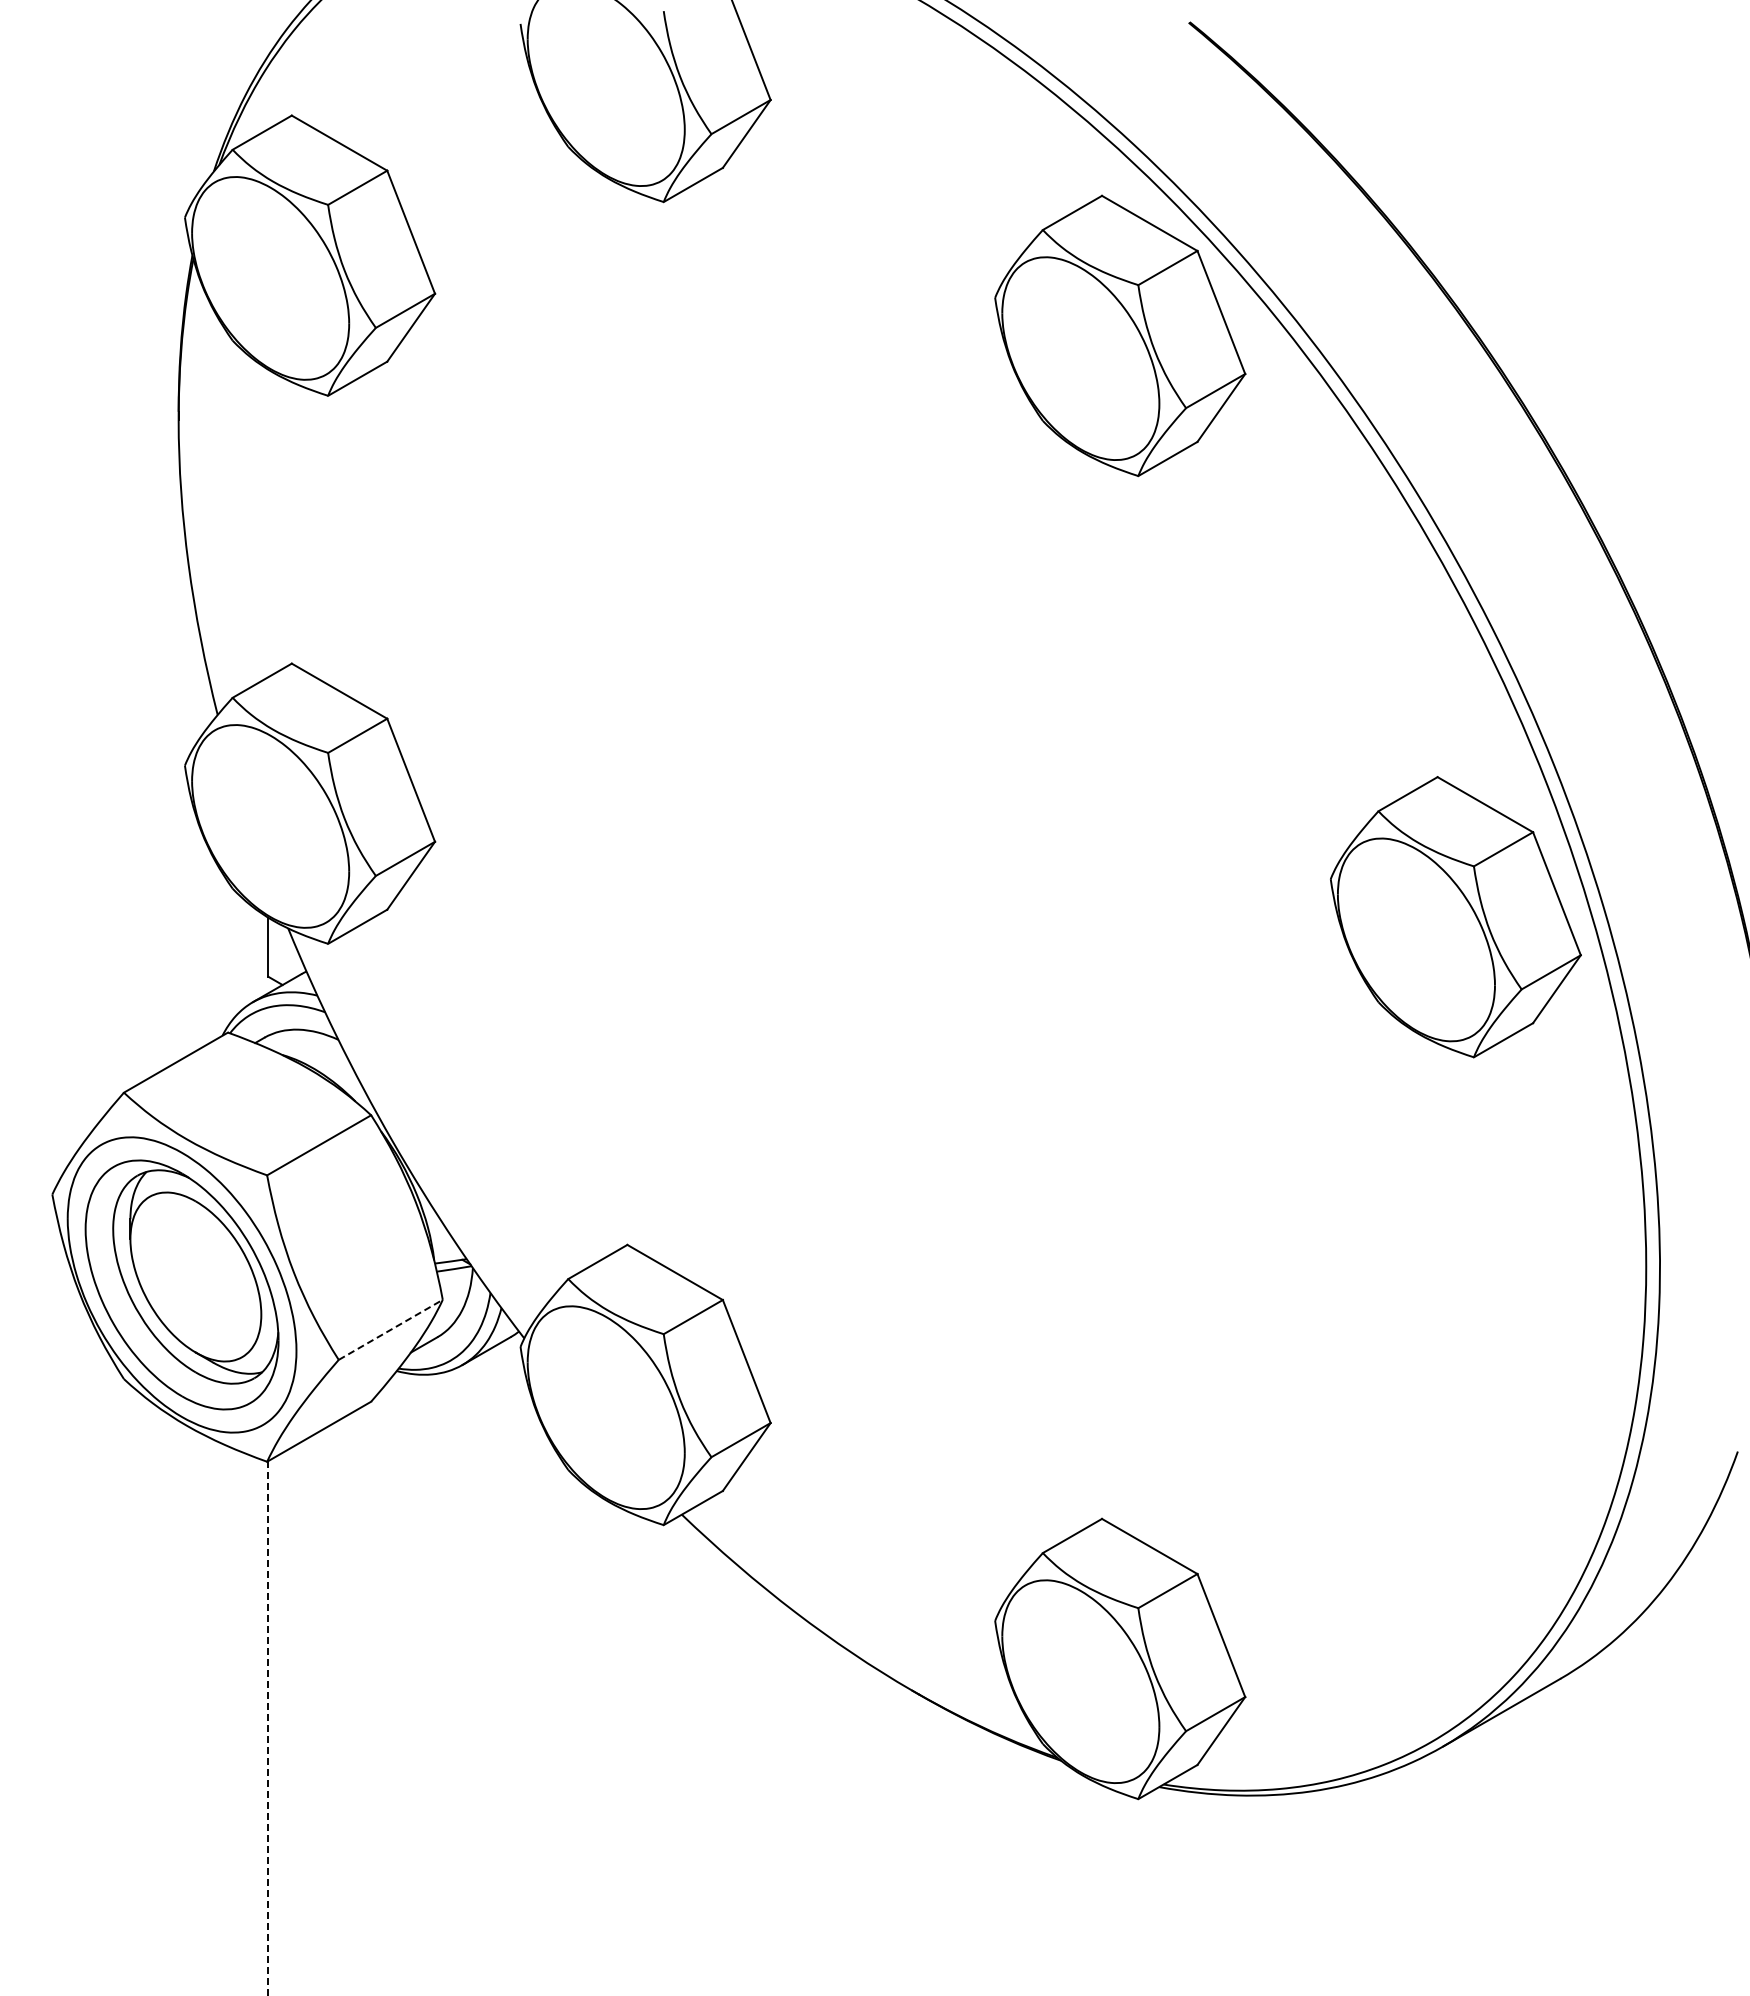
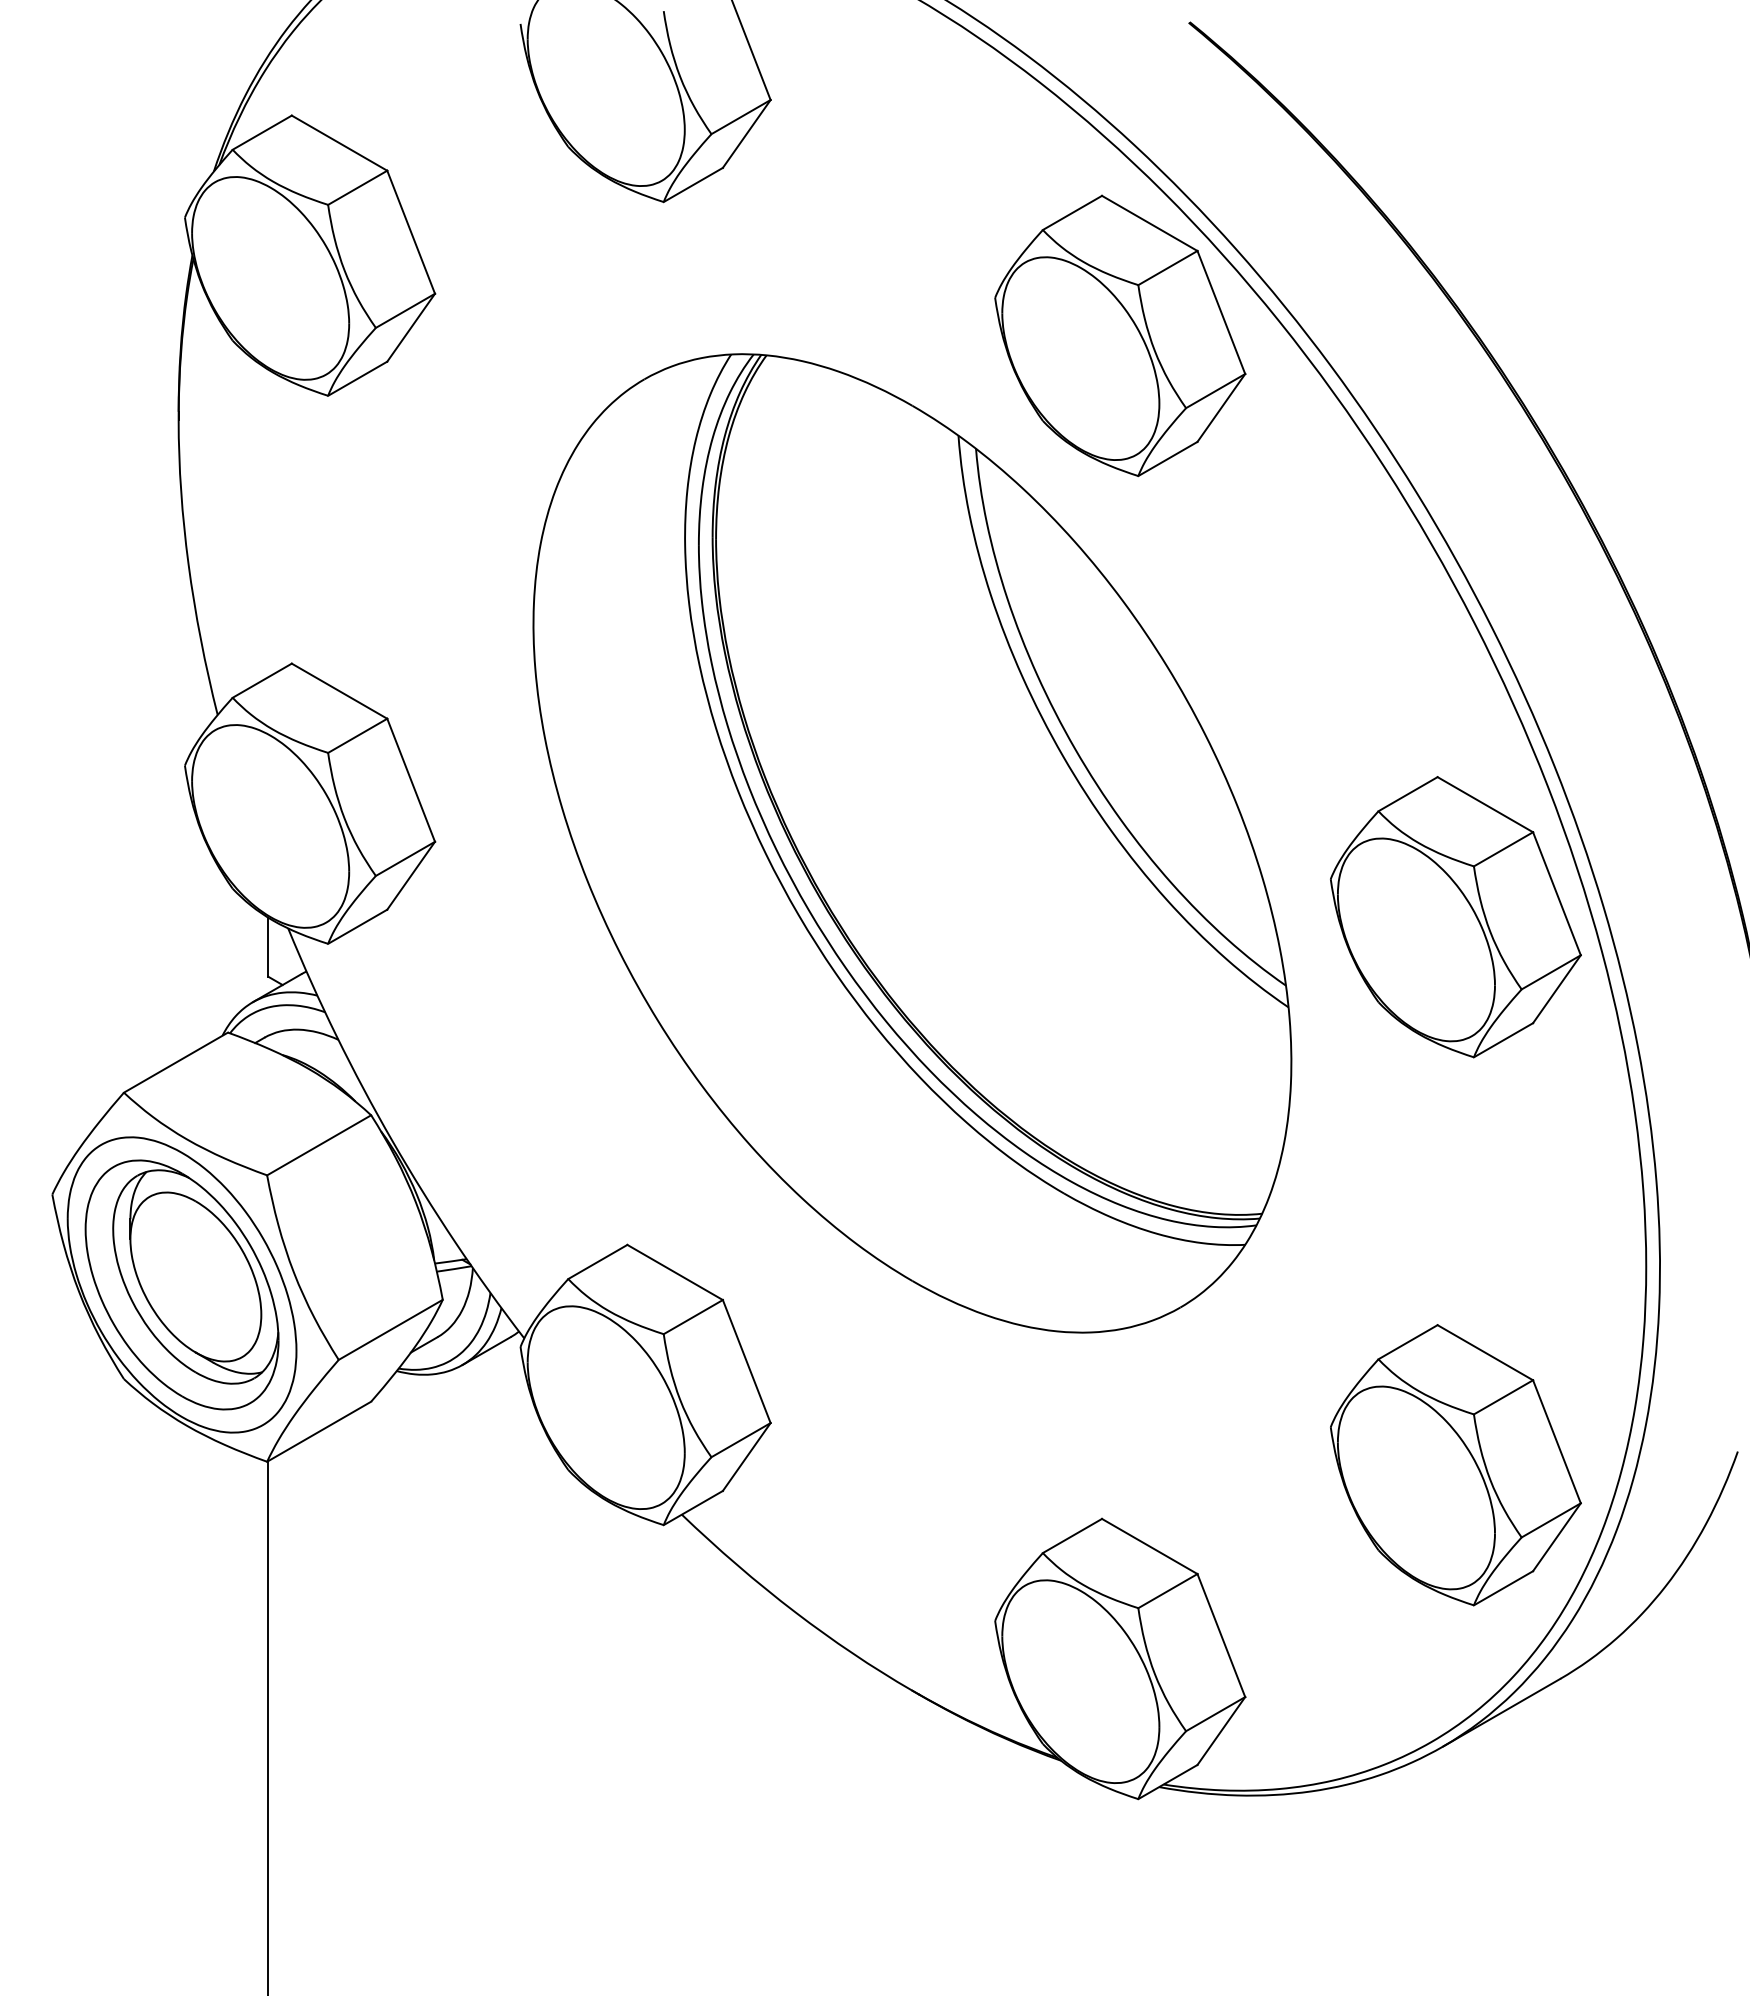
part at (912, 843): none -> present
line at (391, 1329): dashed -> solid
part at (1455, 1465): none -> present
line at (268, 1728): dashed -> solid
